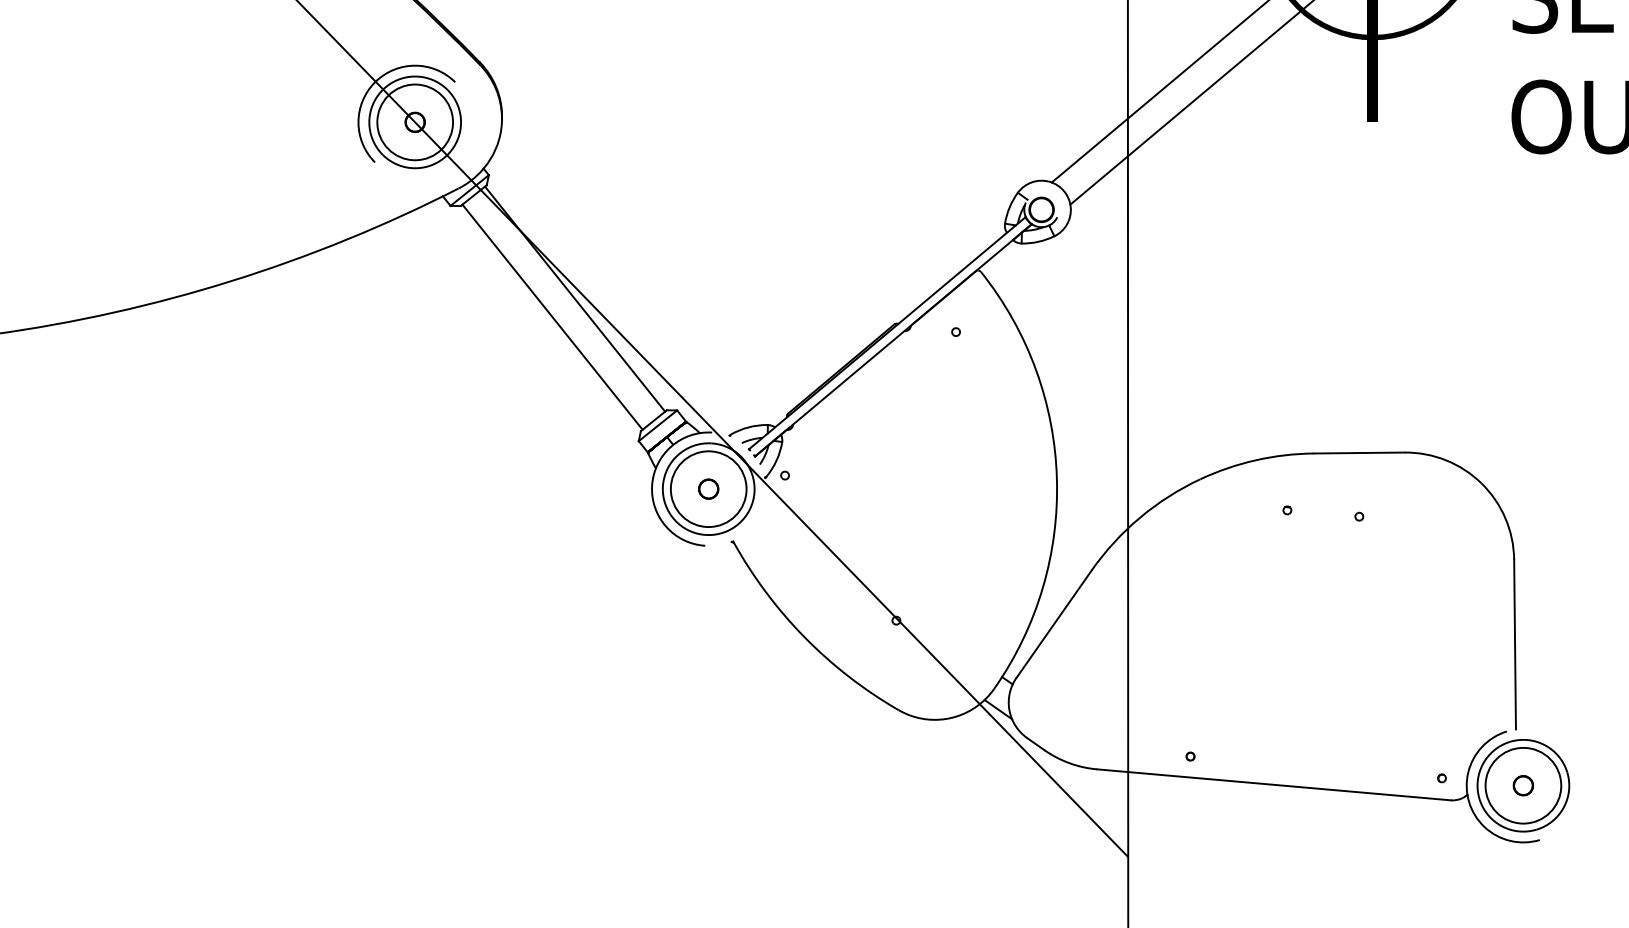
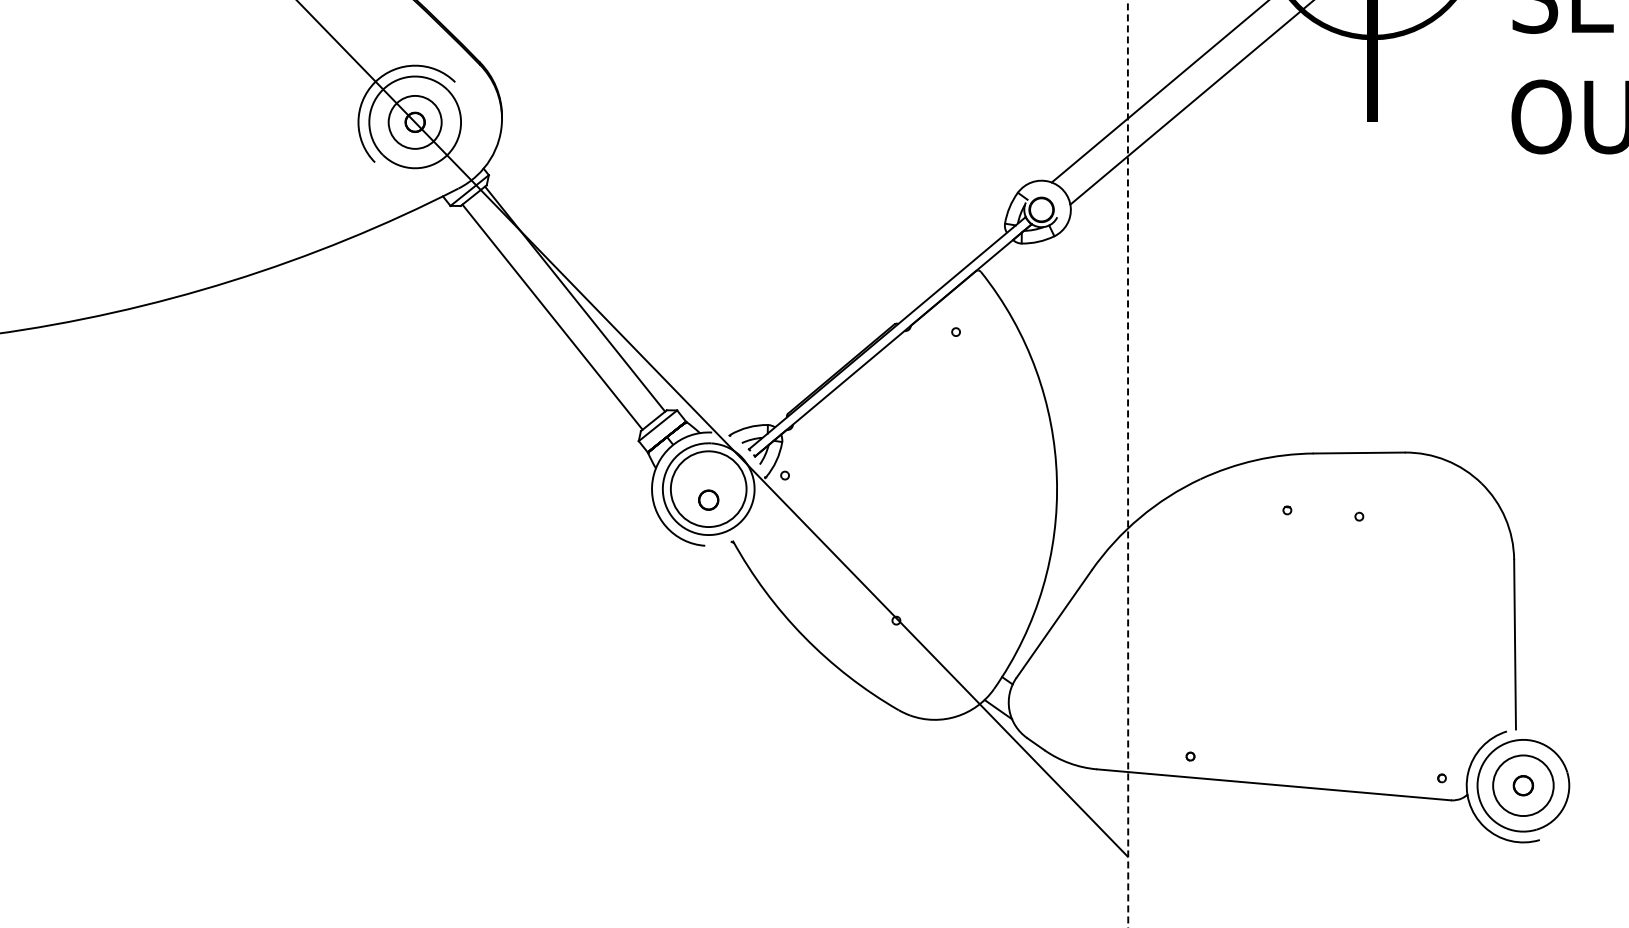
circle at (415, 122) diameter: 76 px -> 53 px
line at (1128, 464): solid -> dashed
part at (708, 488) position: (708, 488) -> (708, 499)
circle at (1523, 785) diameter: 76 px -> 61 px
